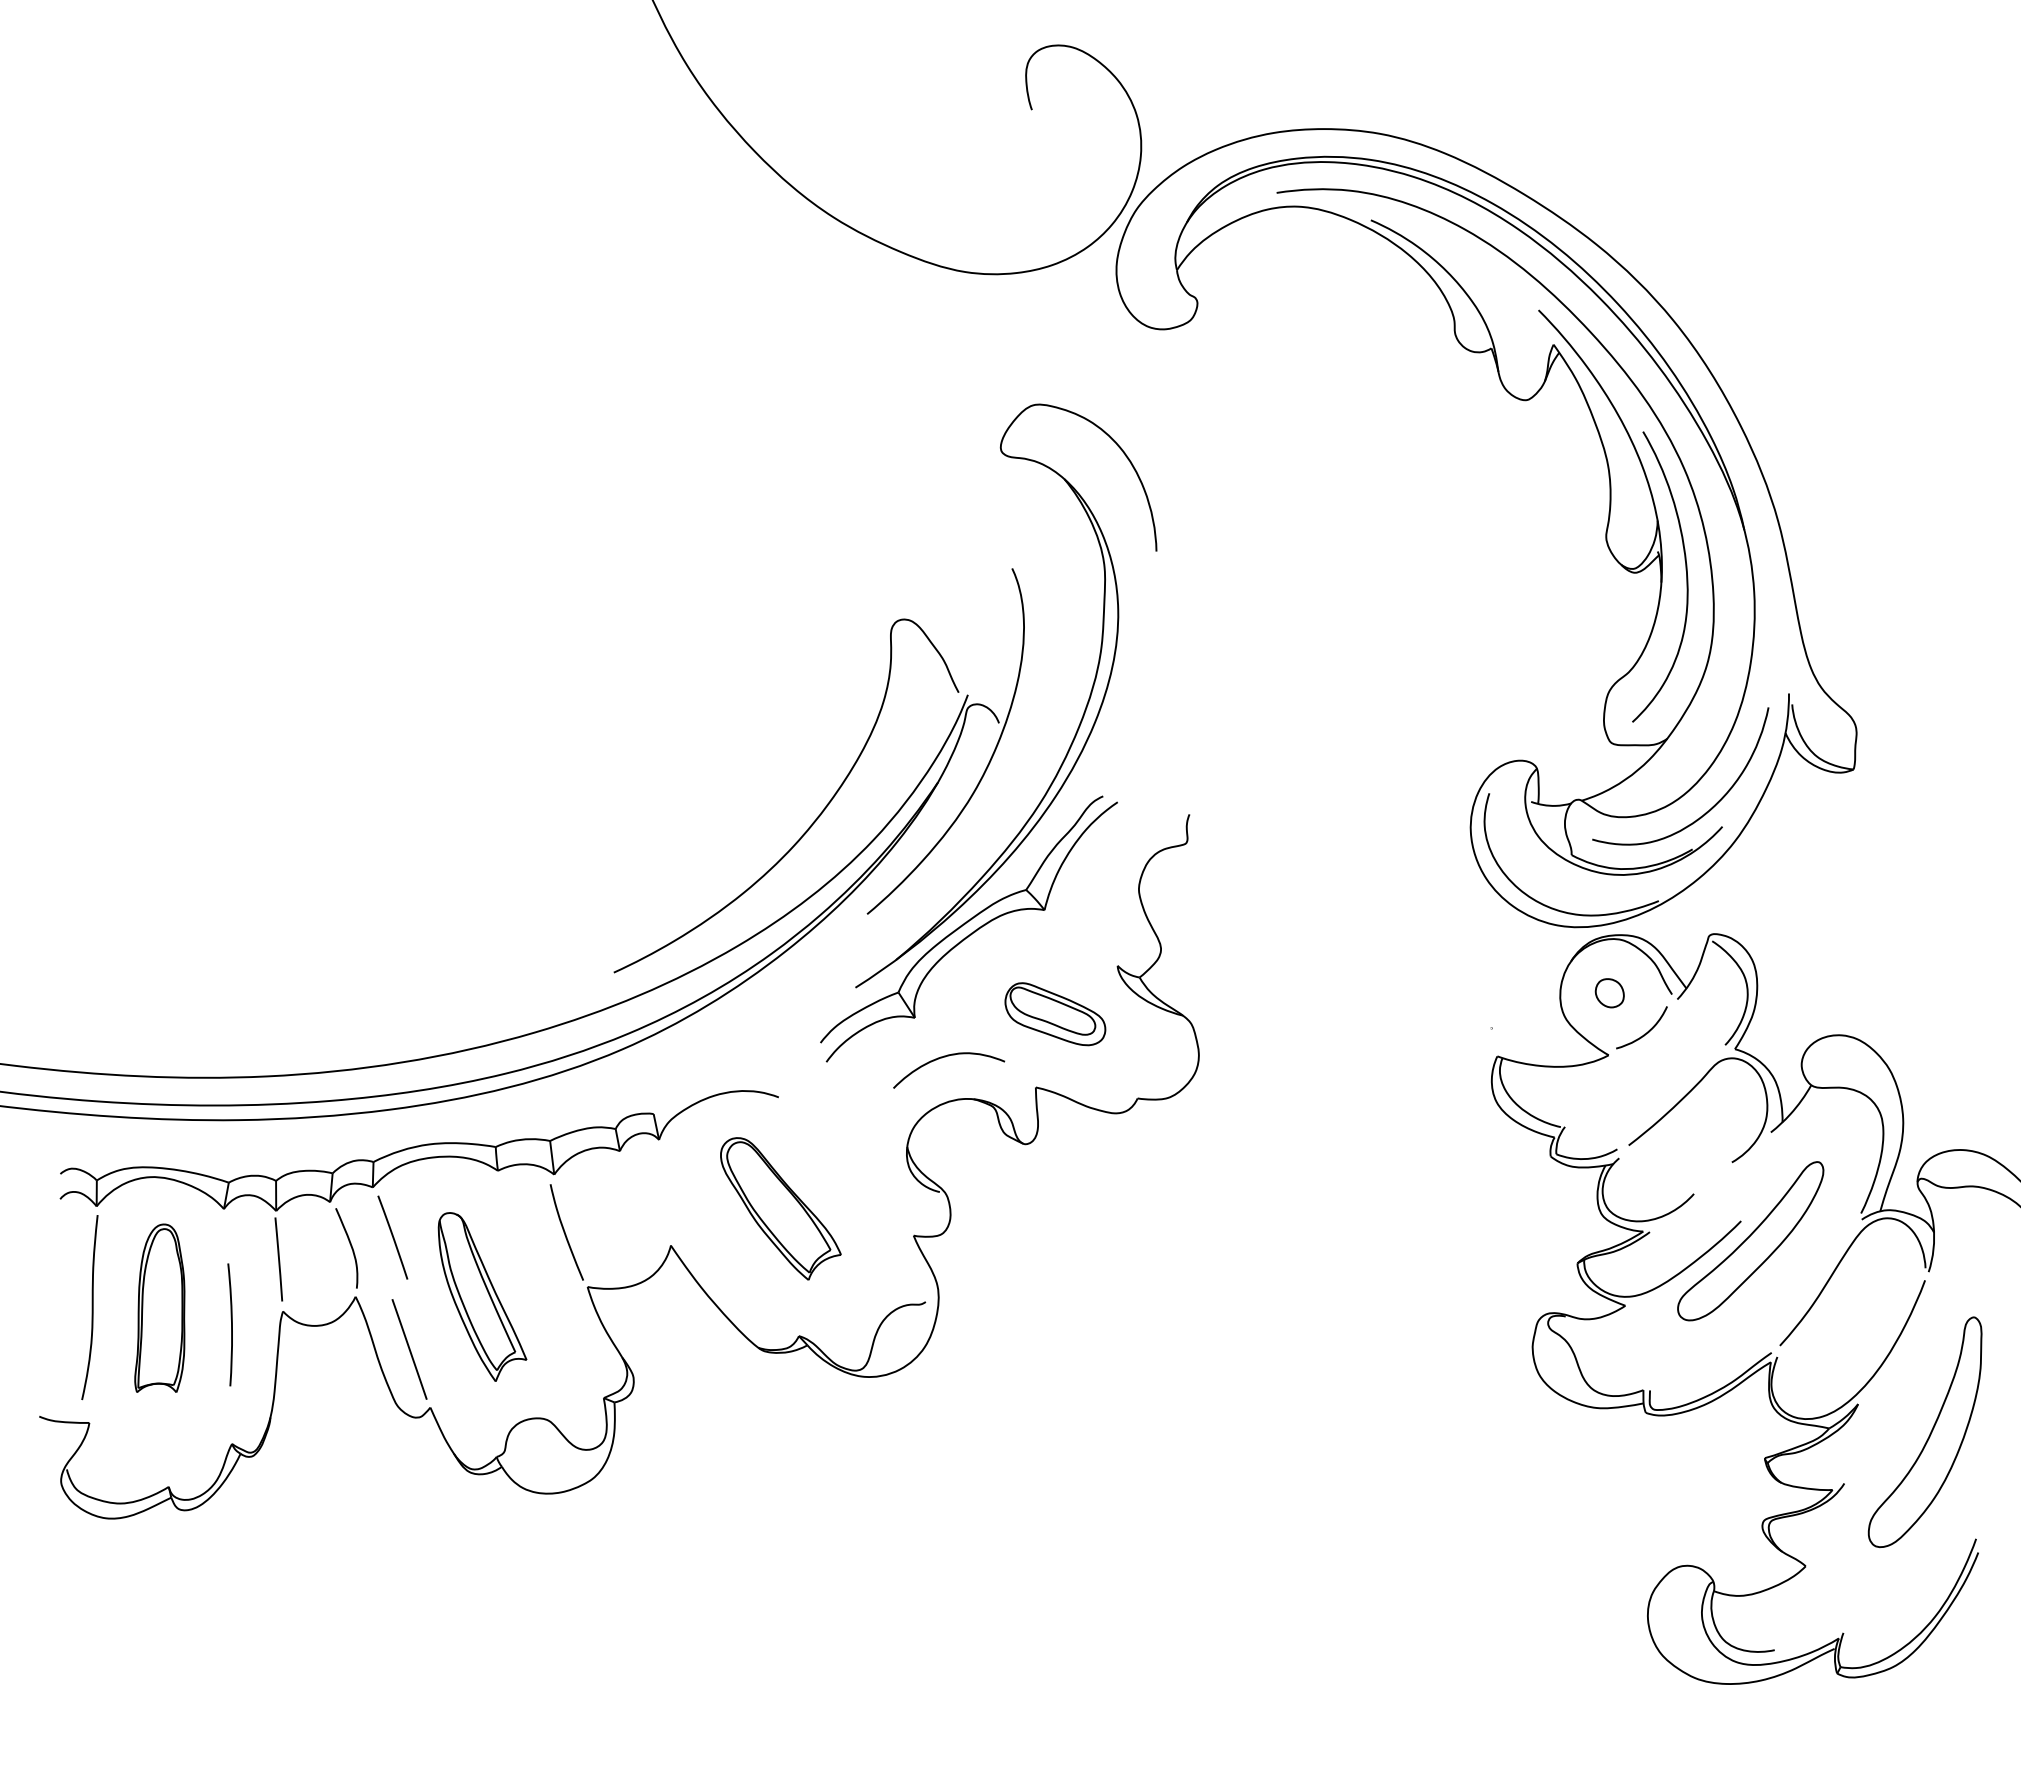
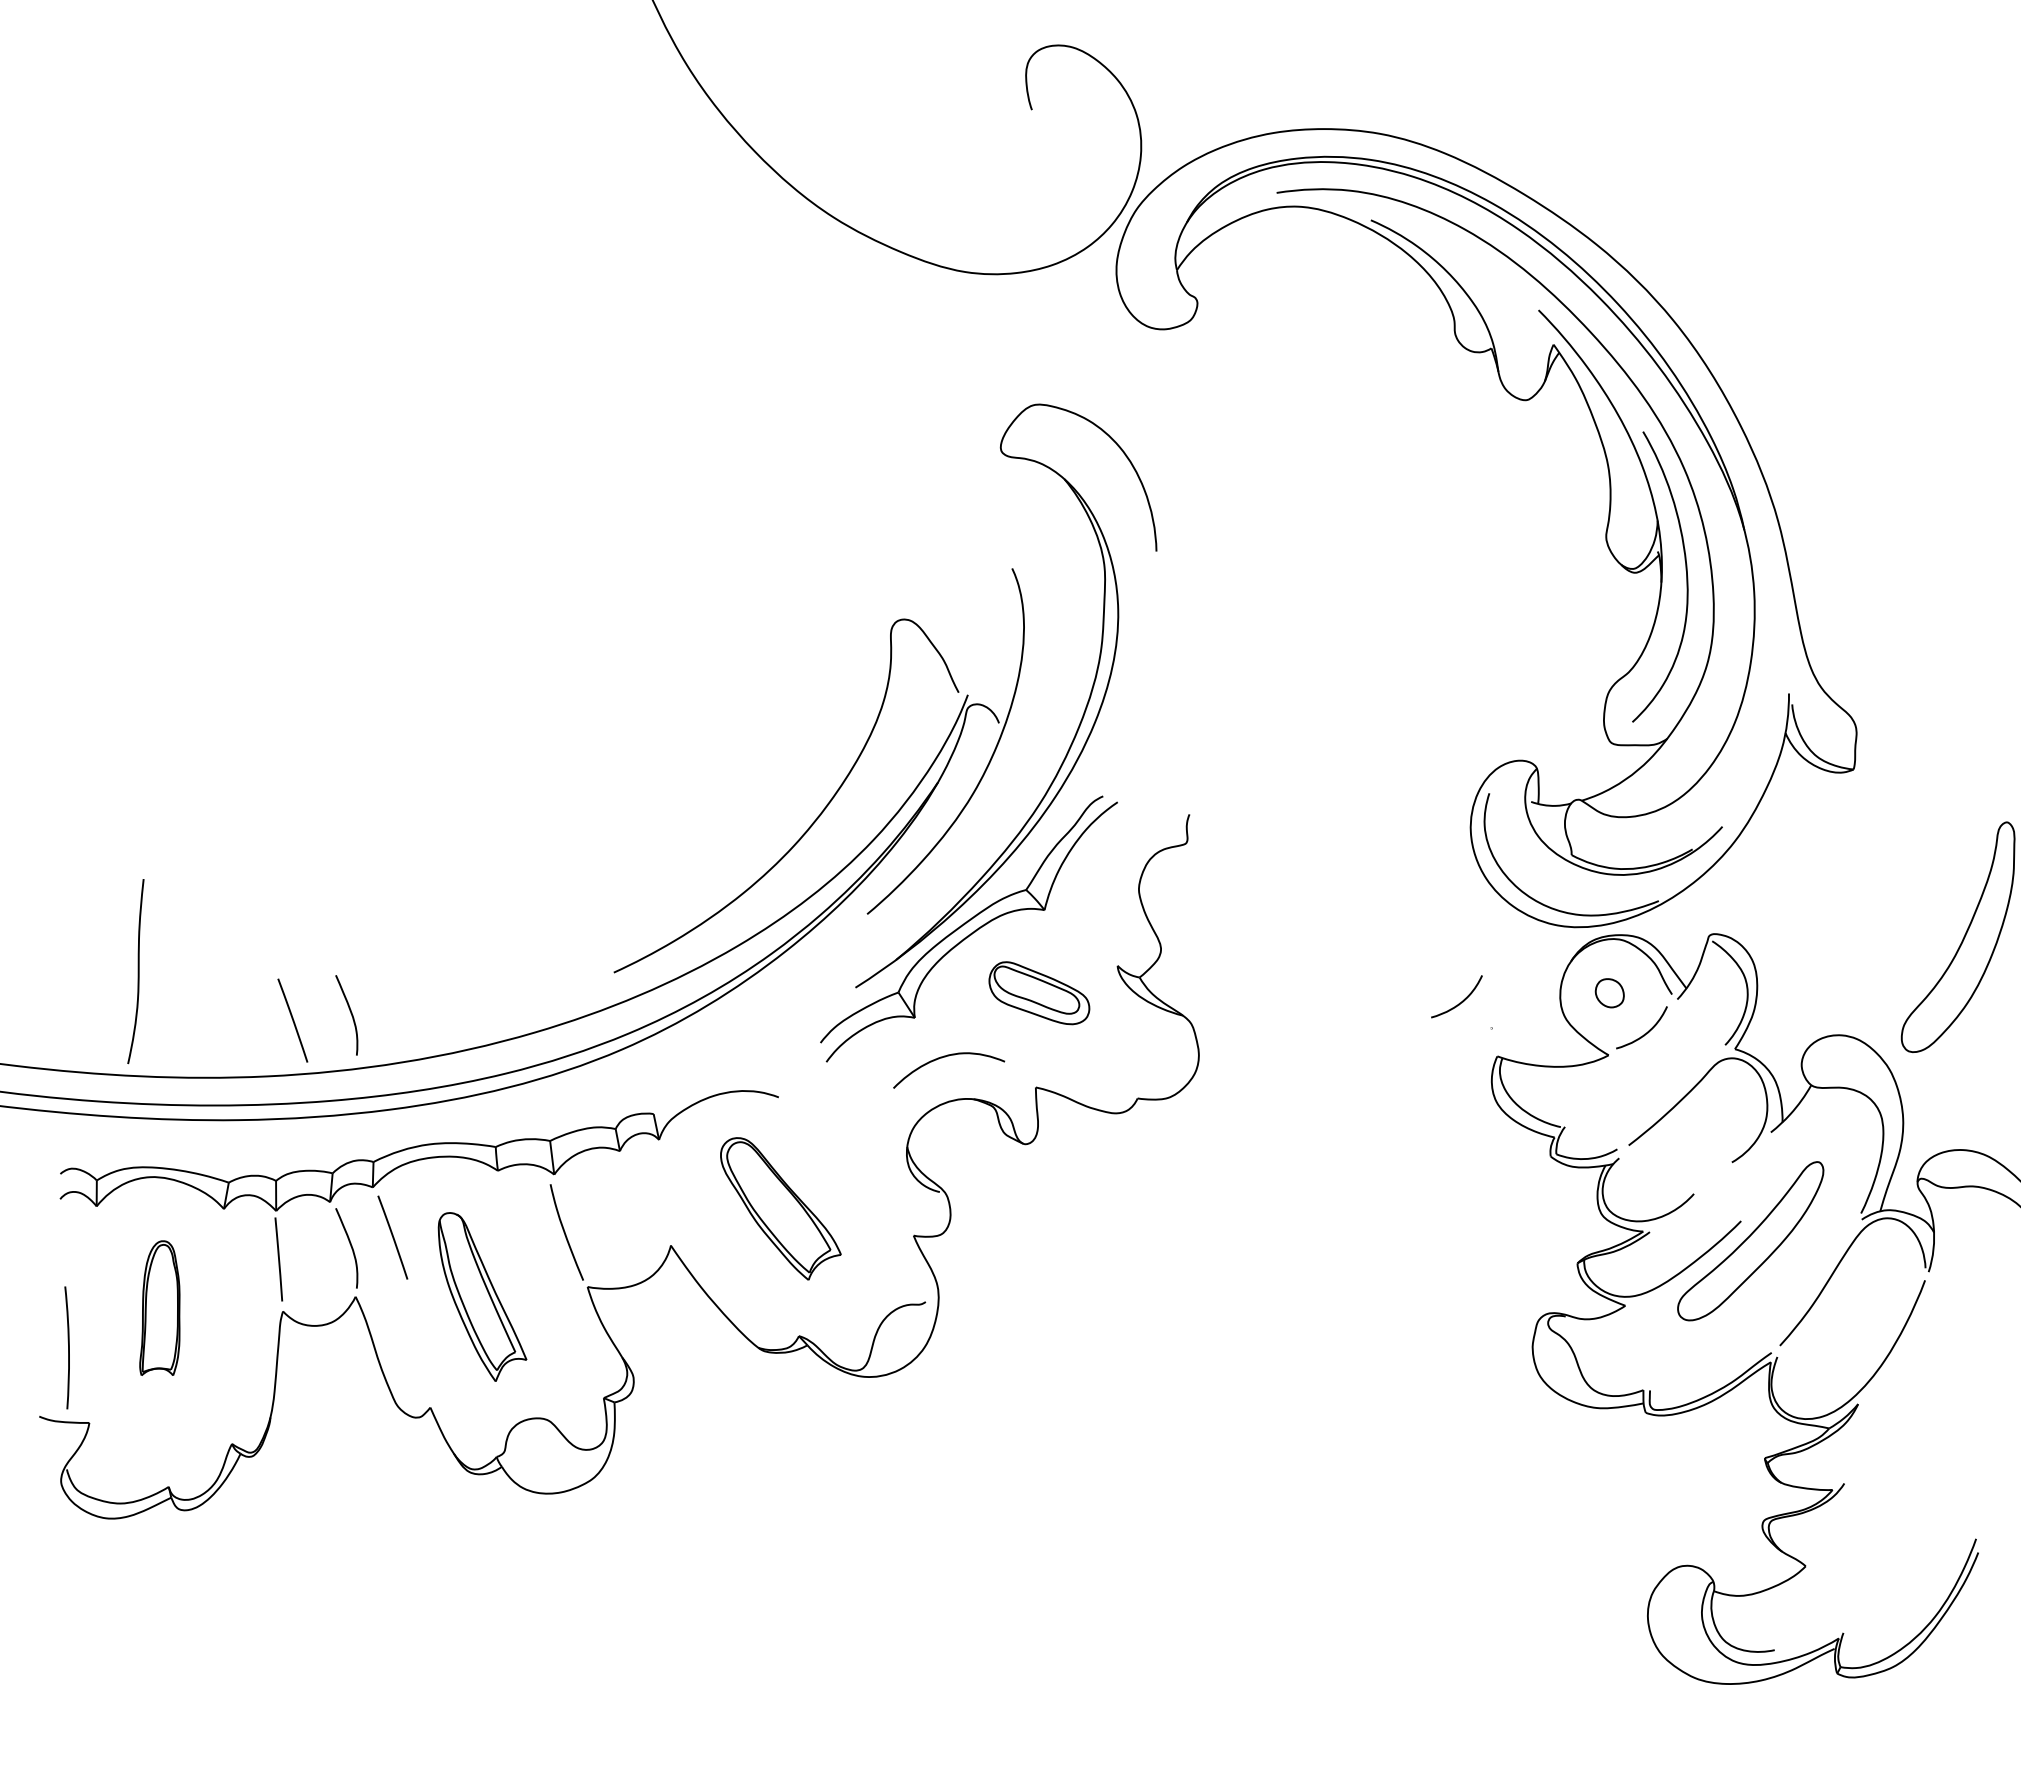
curve at (1706, 811): present -> none
curve at (1459, 1002): none -> present
curve at (350, 1013): none -> present
part at (1055, 1014) position: (1055, 1014) -> (1039, 993)
line at (292, 1020): none -> present
curve at (91, 1307) position: (91, 1307) -> (137, 971)
part at (159, 1307) size: 52x170 px -> 42x136 px
curve at (231, 1324) position: (231, 1324) -> (68, 1347)
line at (409, 1349): present -> none
part at (1924, 1432) position: (1924, 1432) -> (1957, 937)
